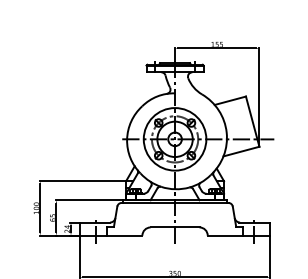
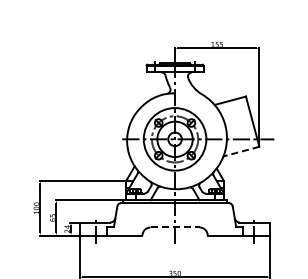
line at (241, 151): solid -> dashed
line at (175, 227): solid -> dashed
